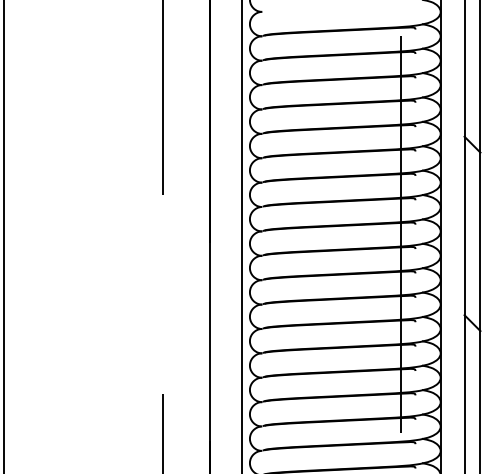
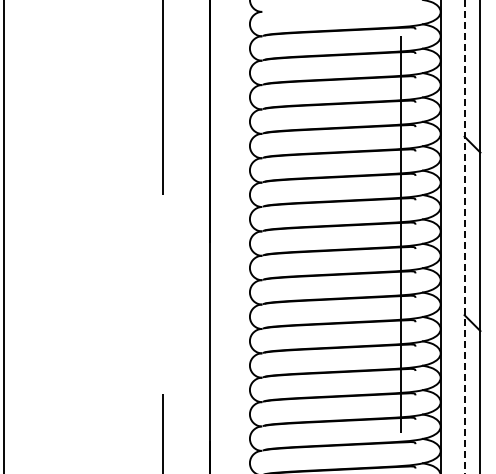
line at (242, 236): present -> none
line at (464, 236): solid -> dashed
